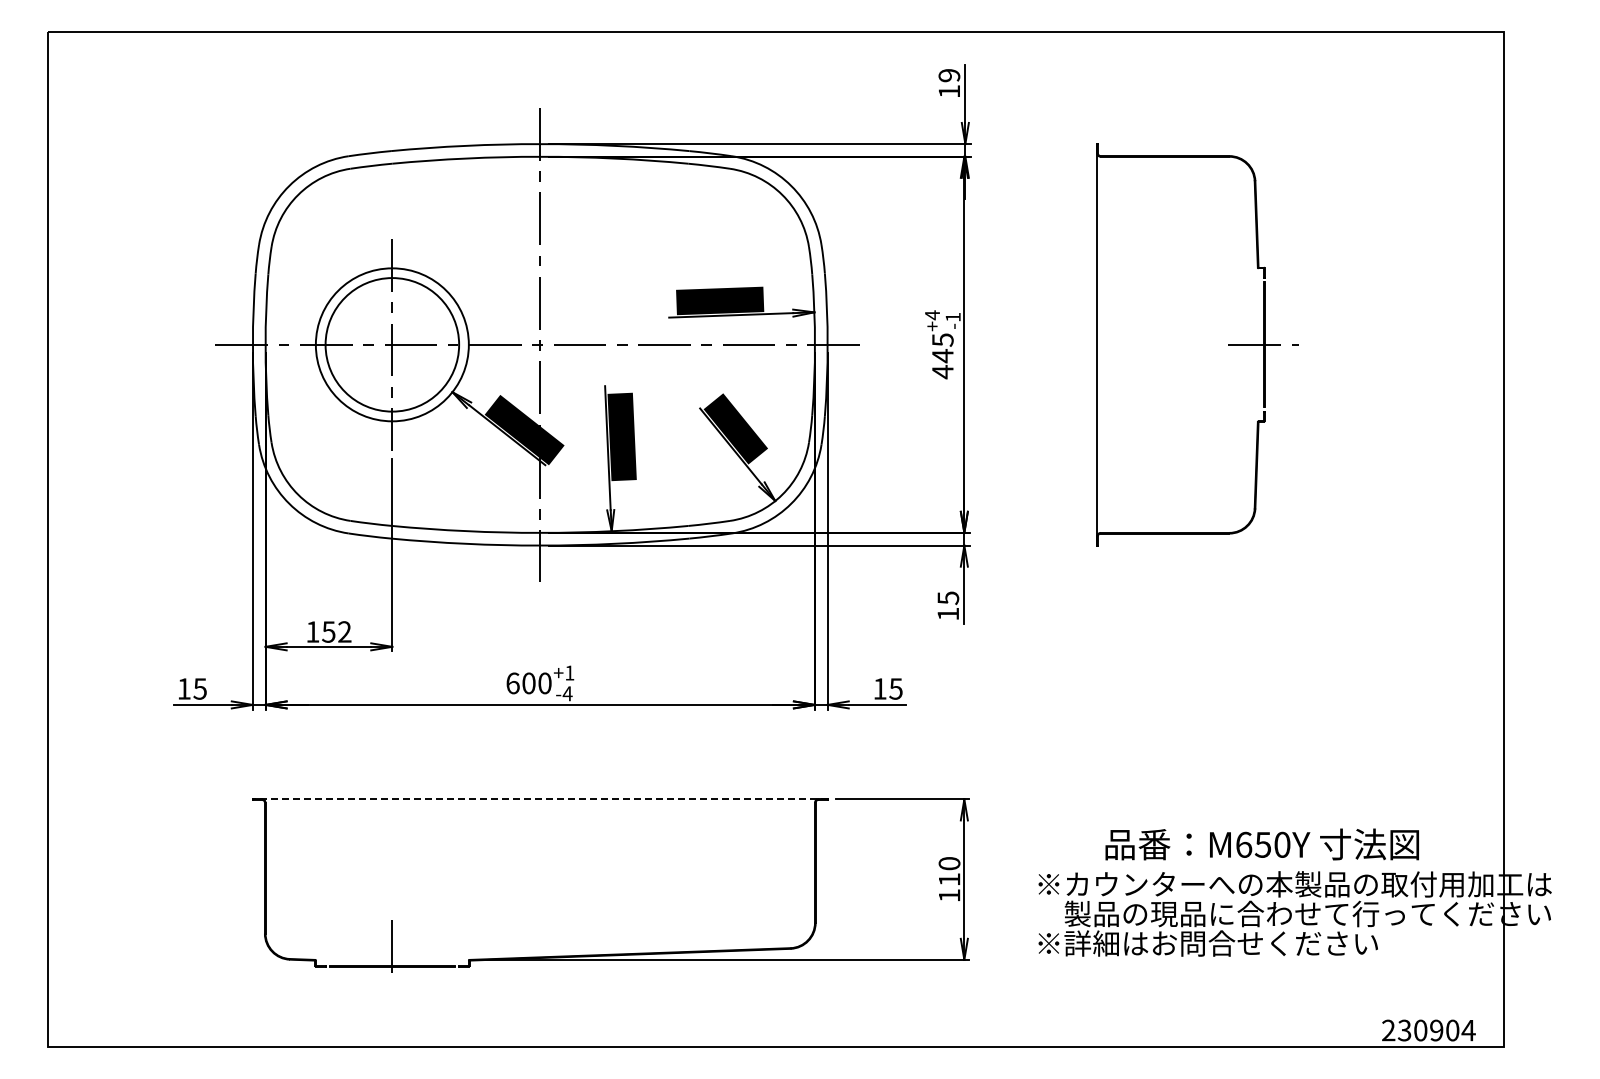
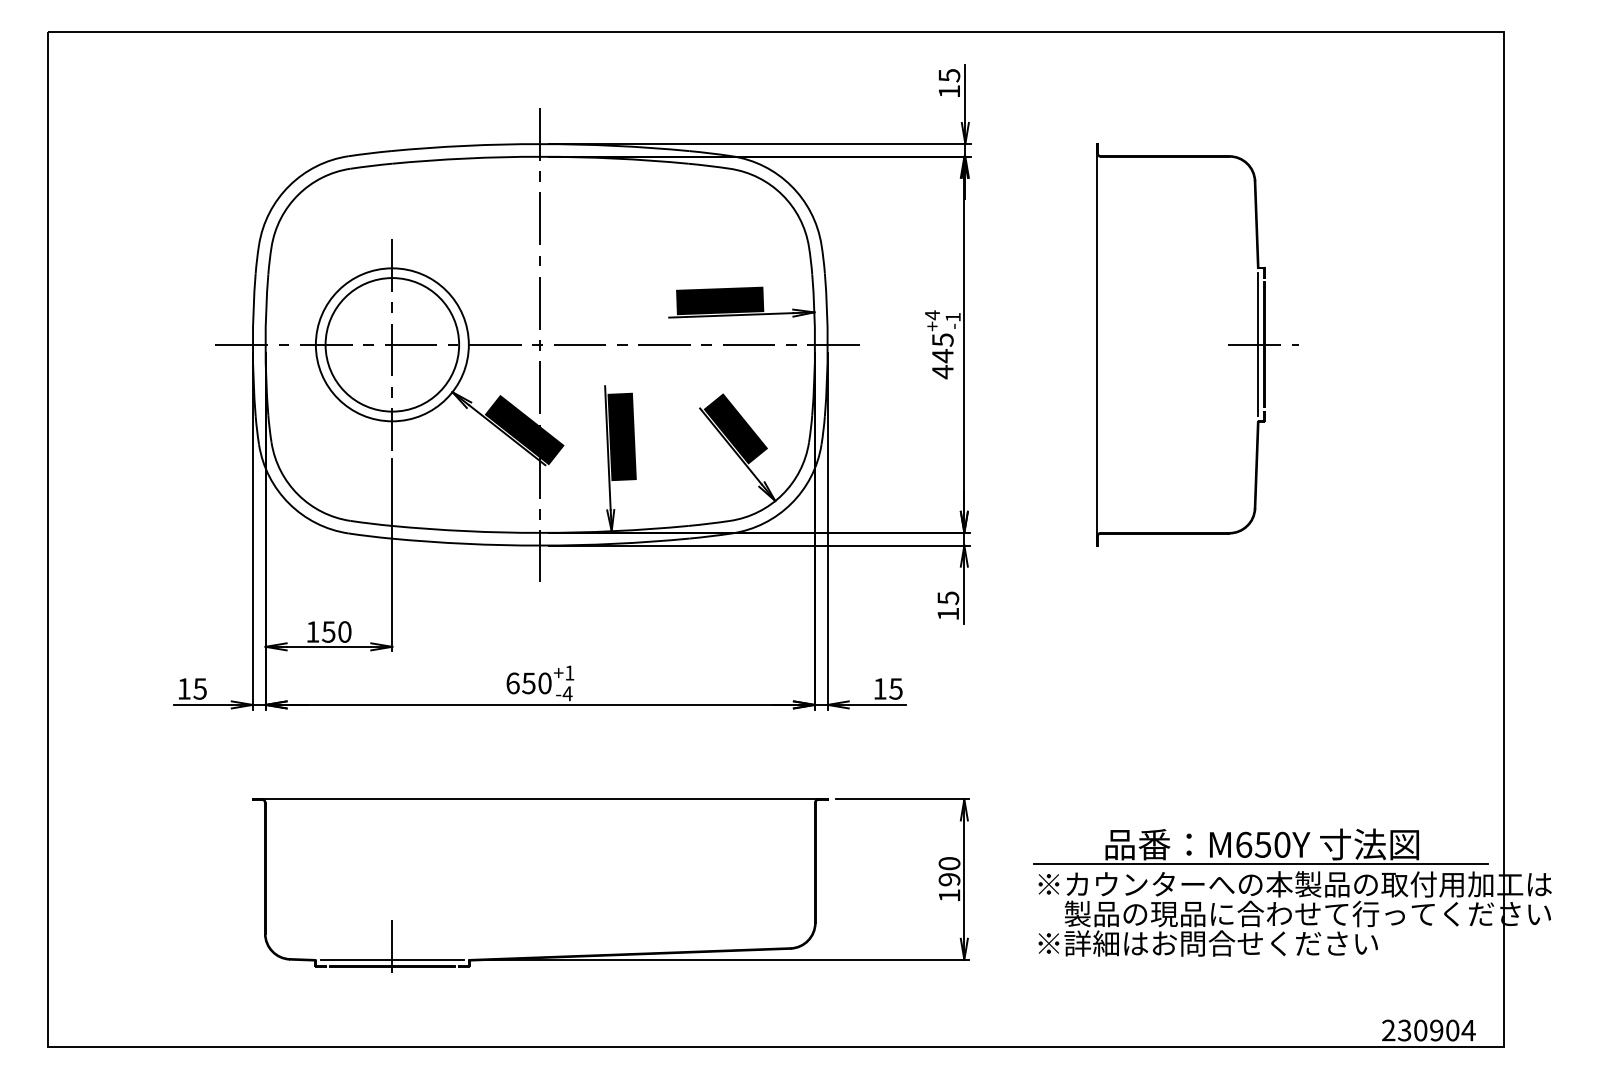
text at (949, 75): 19 -> 15
line at (1257, 344): none -> present
text at (344, 631): 152 -> 150
text at (528, 683): 600 -> 650
line at (539, 799): dashed -> solid
line at (1260, 864): none -> present
text at (949, 879): 110 -> 190
line at (392, 959): none -> present
